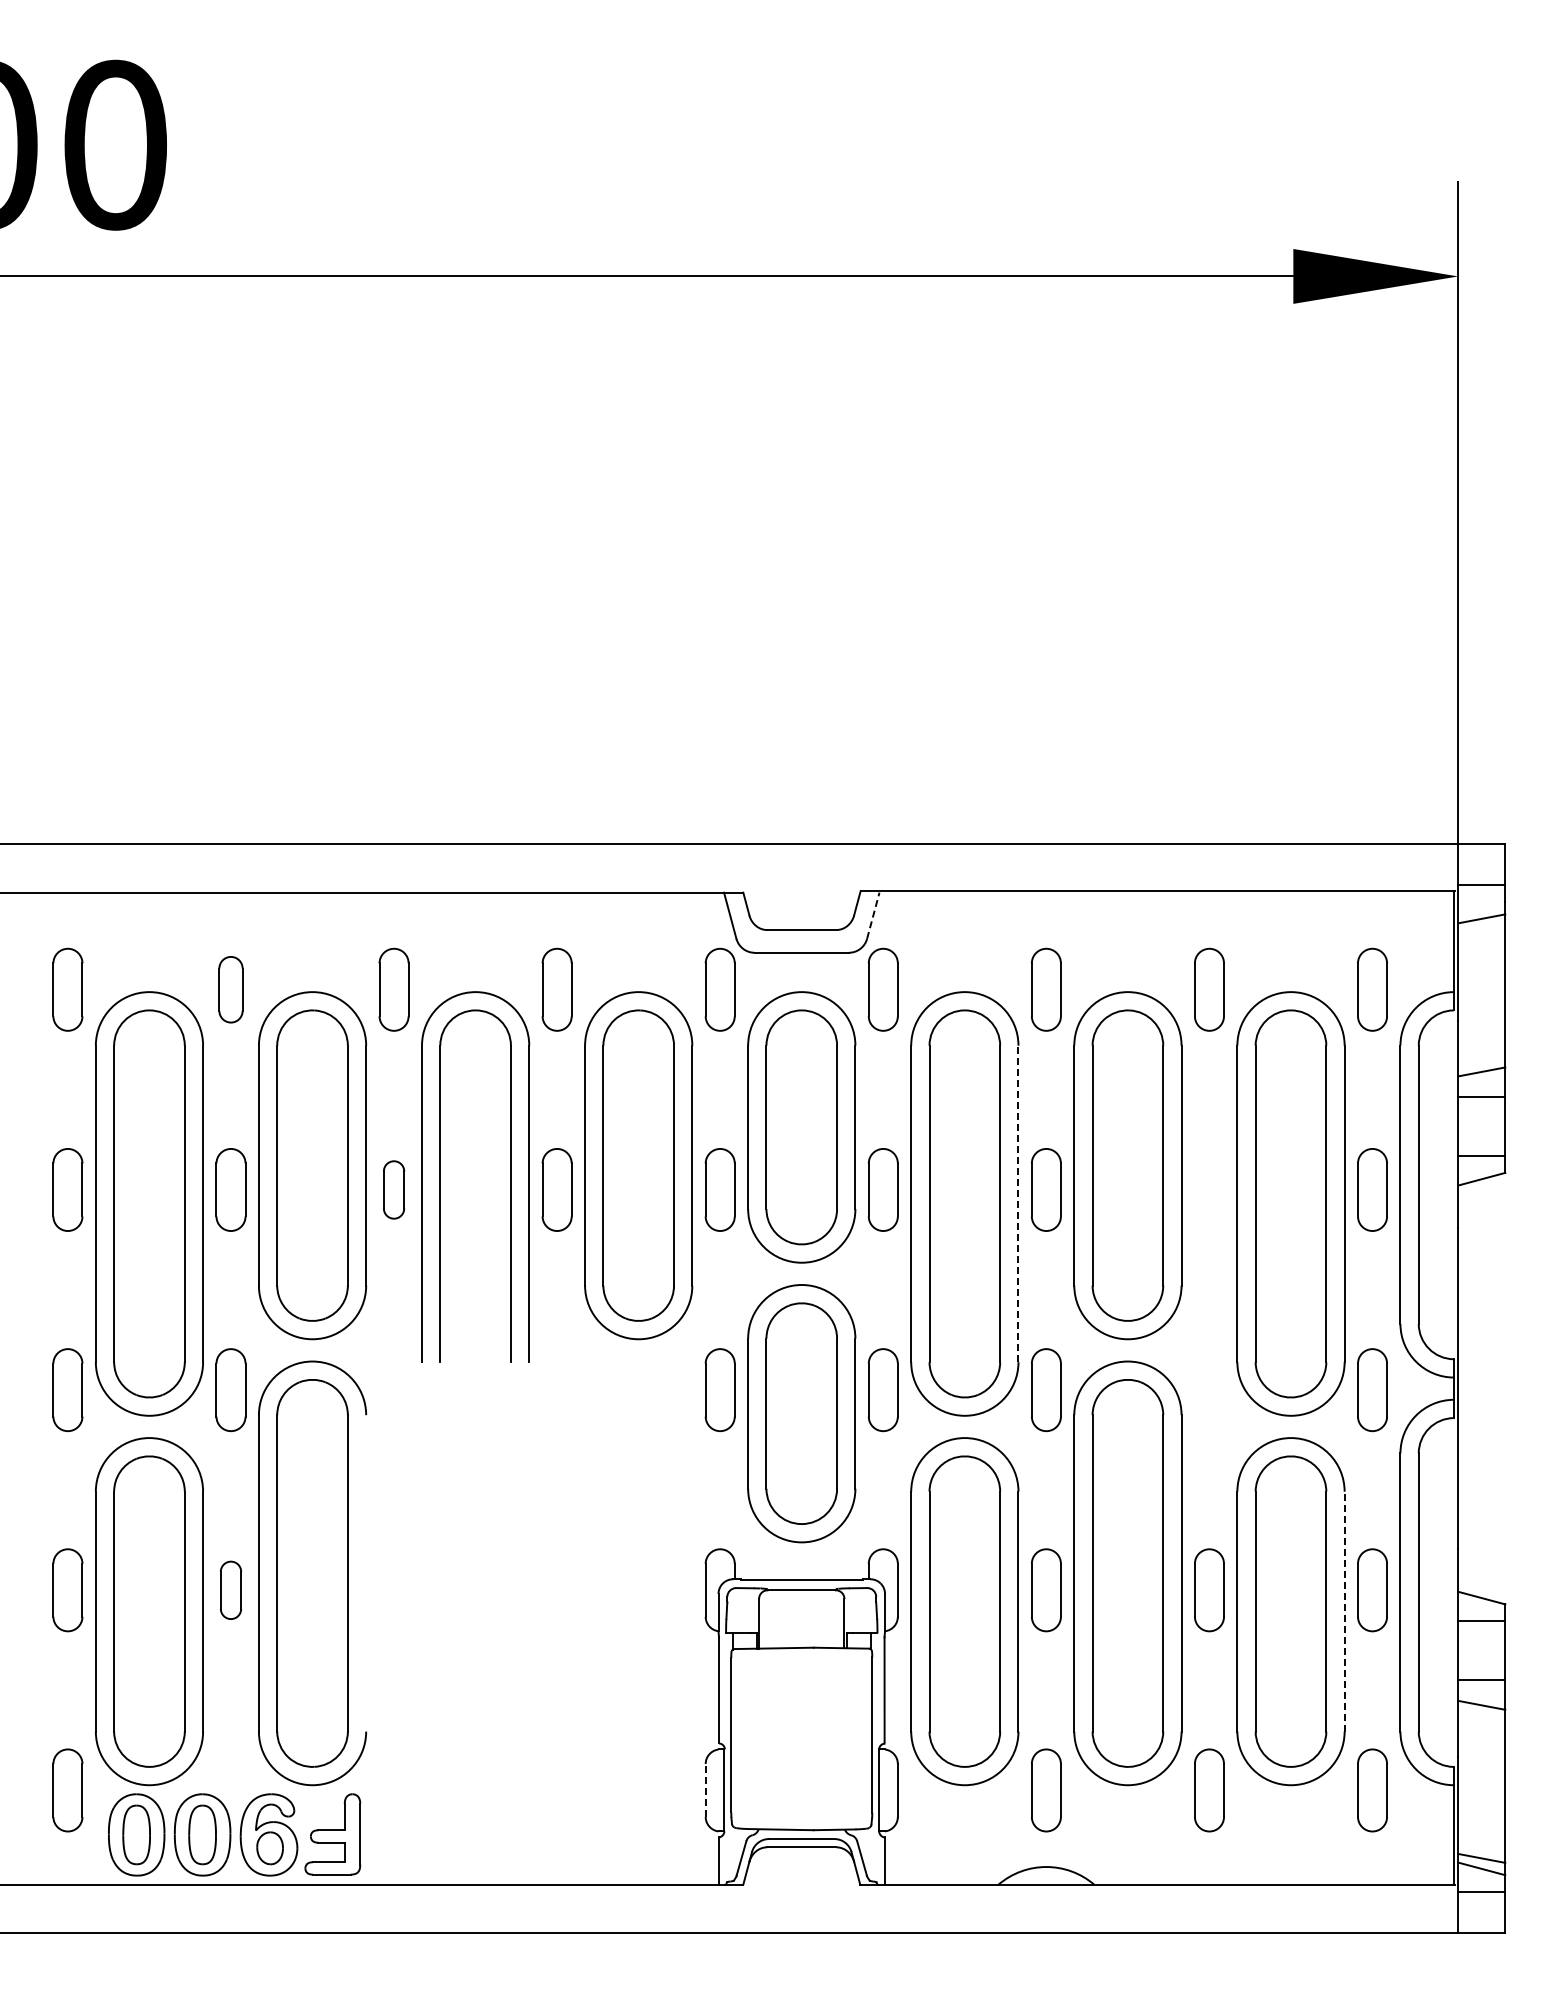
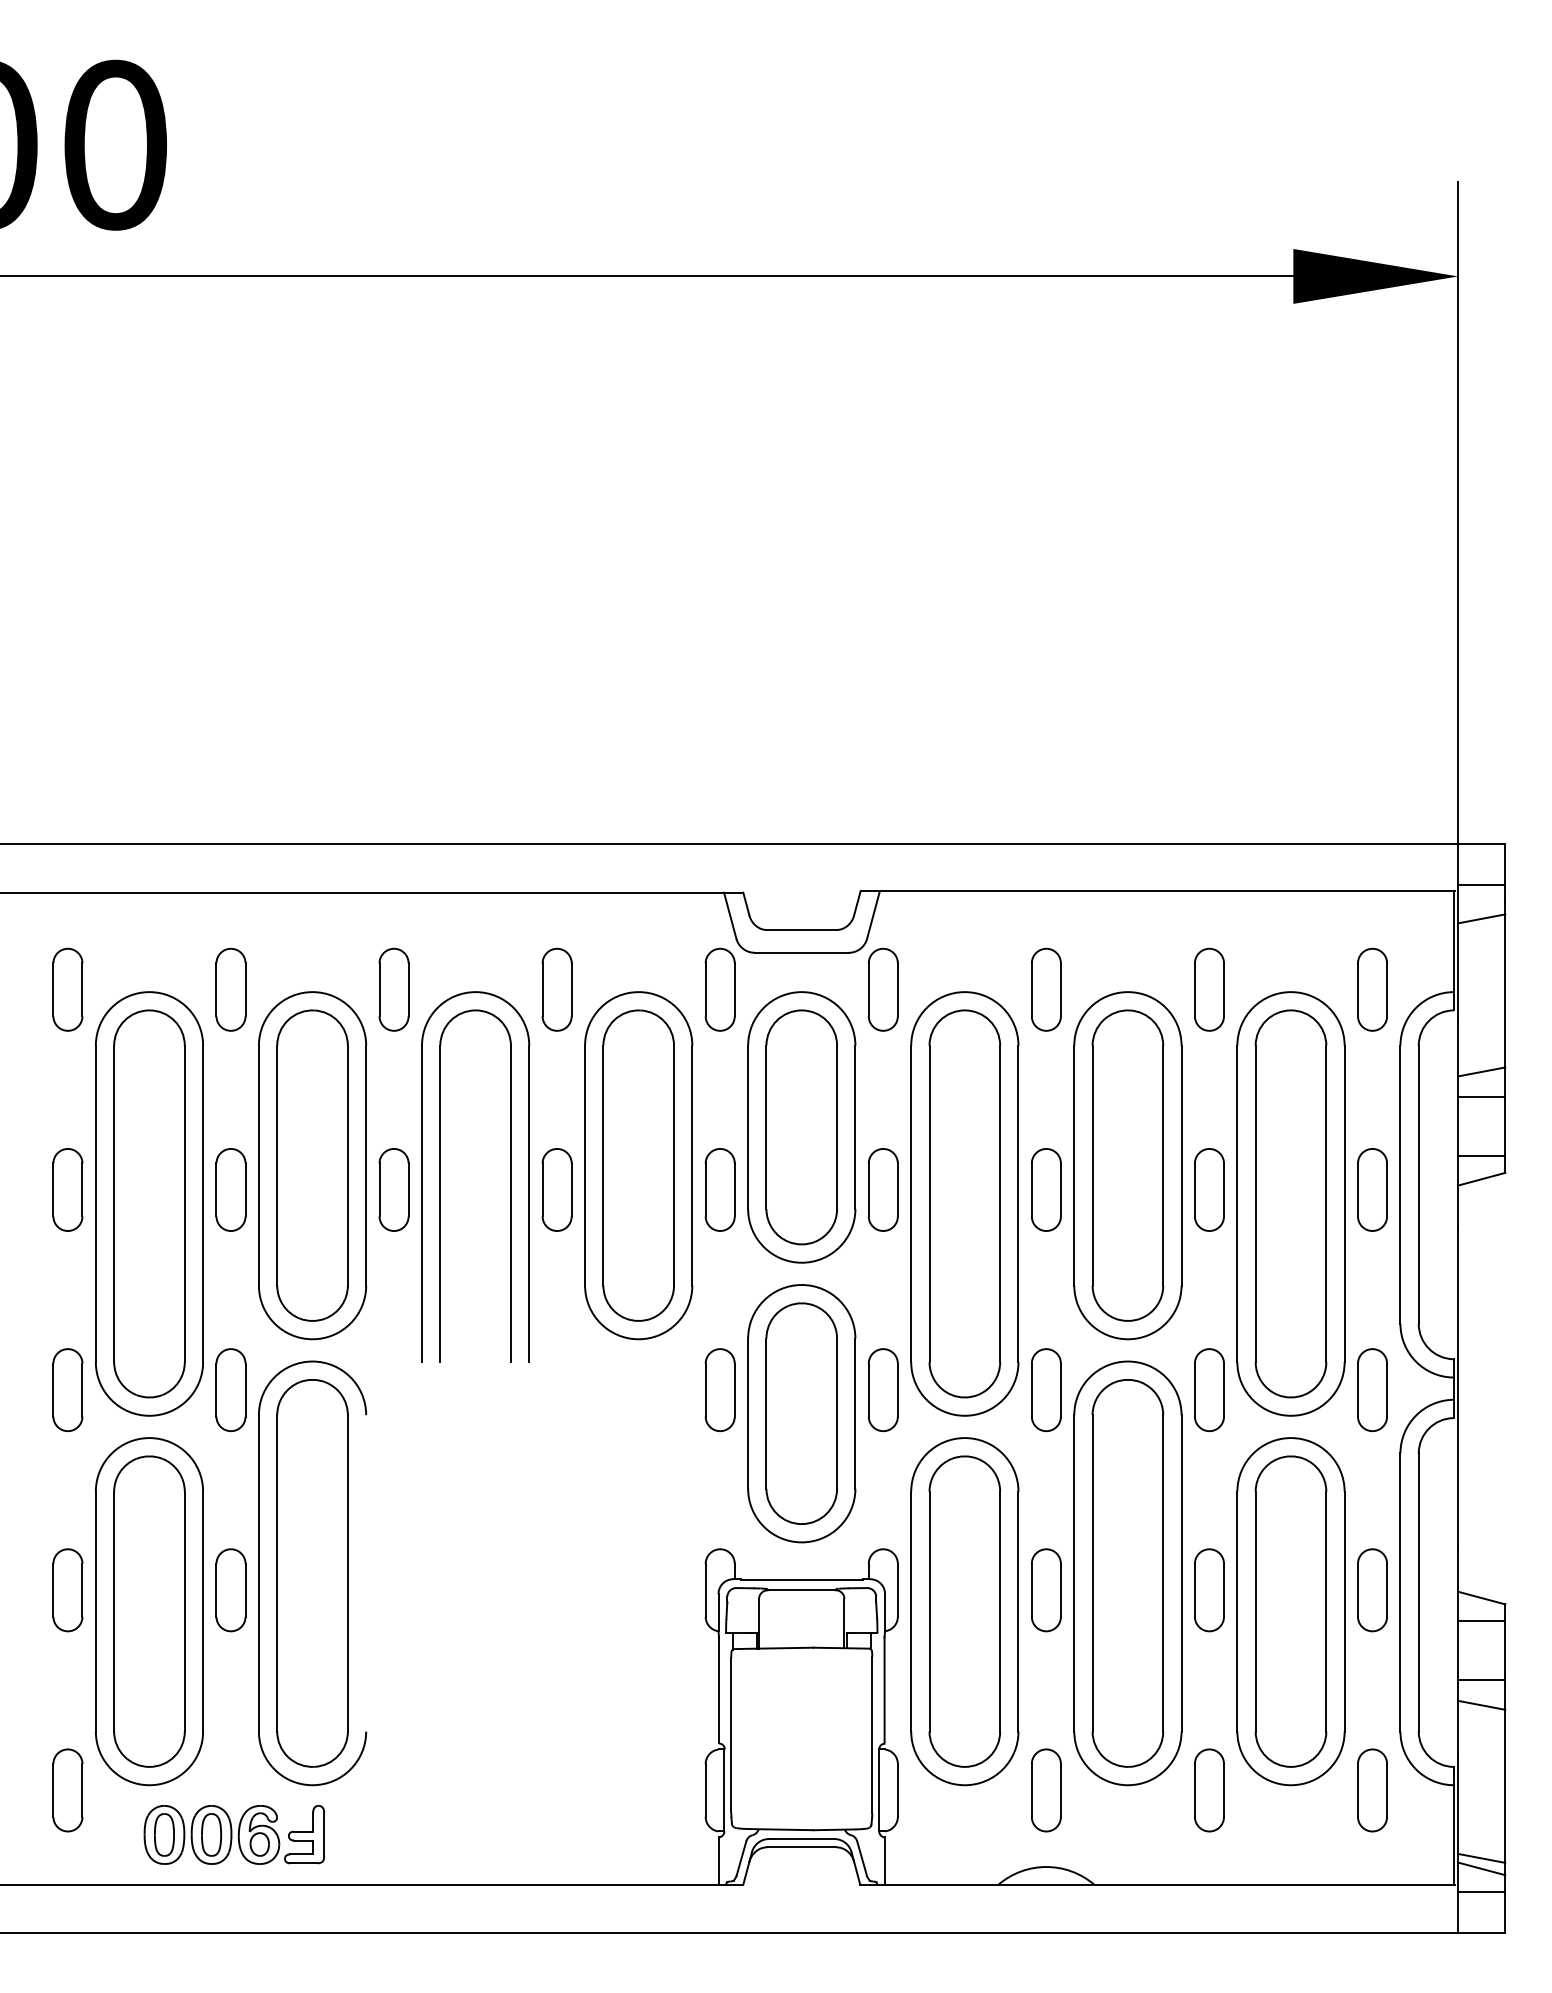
line at (873, 915): dashed -> solid
part at (230, 989) size: 26x68 px -> 32x85 px
part at (394, 1189) size: 23x60 px -> 32x84 px
part at (1209, 1189): none -> present
line at (1018, 1203): dashed -> solid
part at (1209, 1390): none -> present
part at (231, 1589) size: 23x60 px -> 32x85 px
line at (1344, 1611): dashed -> solid
line at (705, 1789): dashed -> solid
part at (234, 1834) size: 254x84 px -> 182x60 px
